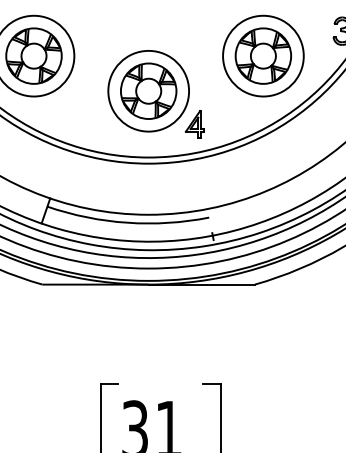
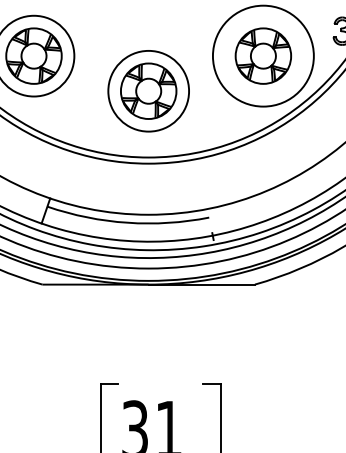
circle at (263, 55) diameter: 81 px -> 101 px
part at (194, 124): present -> none
